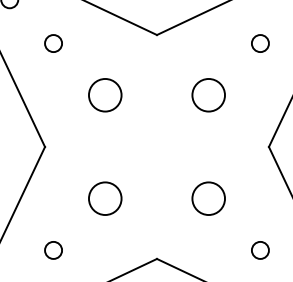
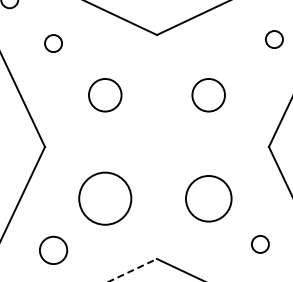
circle at (260, 43) position: (260, 43) -> (274, 39)
circle at (104, 198) diameter: 33 px -> 52 px
circle at (208, 198) size: 35x35 px -> 48x48 px
circle at (53, 249) diameter: 17 px -> 27 px
circle at (260, 250) position: (260, 250) -> (260, 244)
line at (132, 270): solid -> dashed
